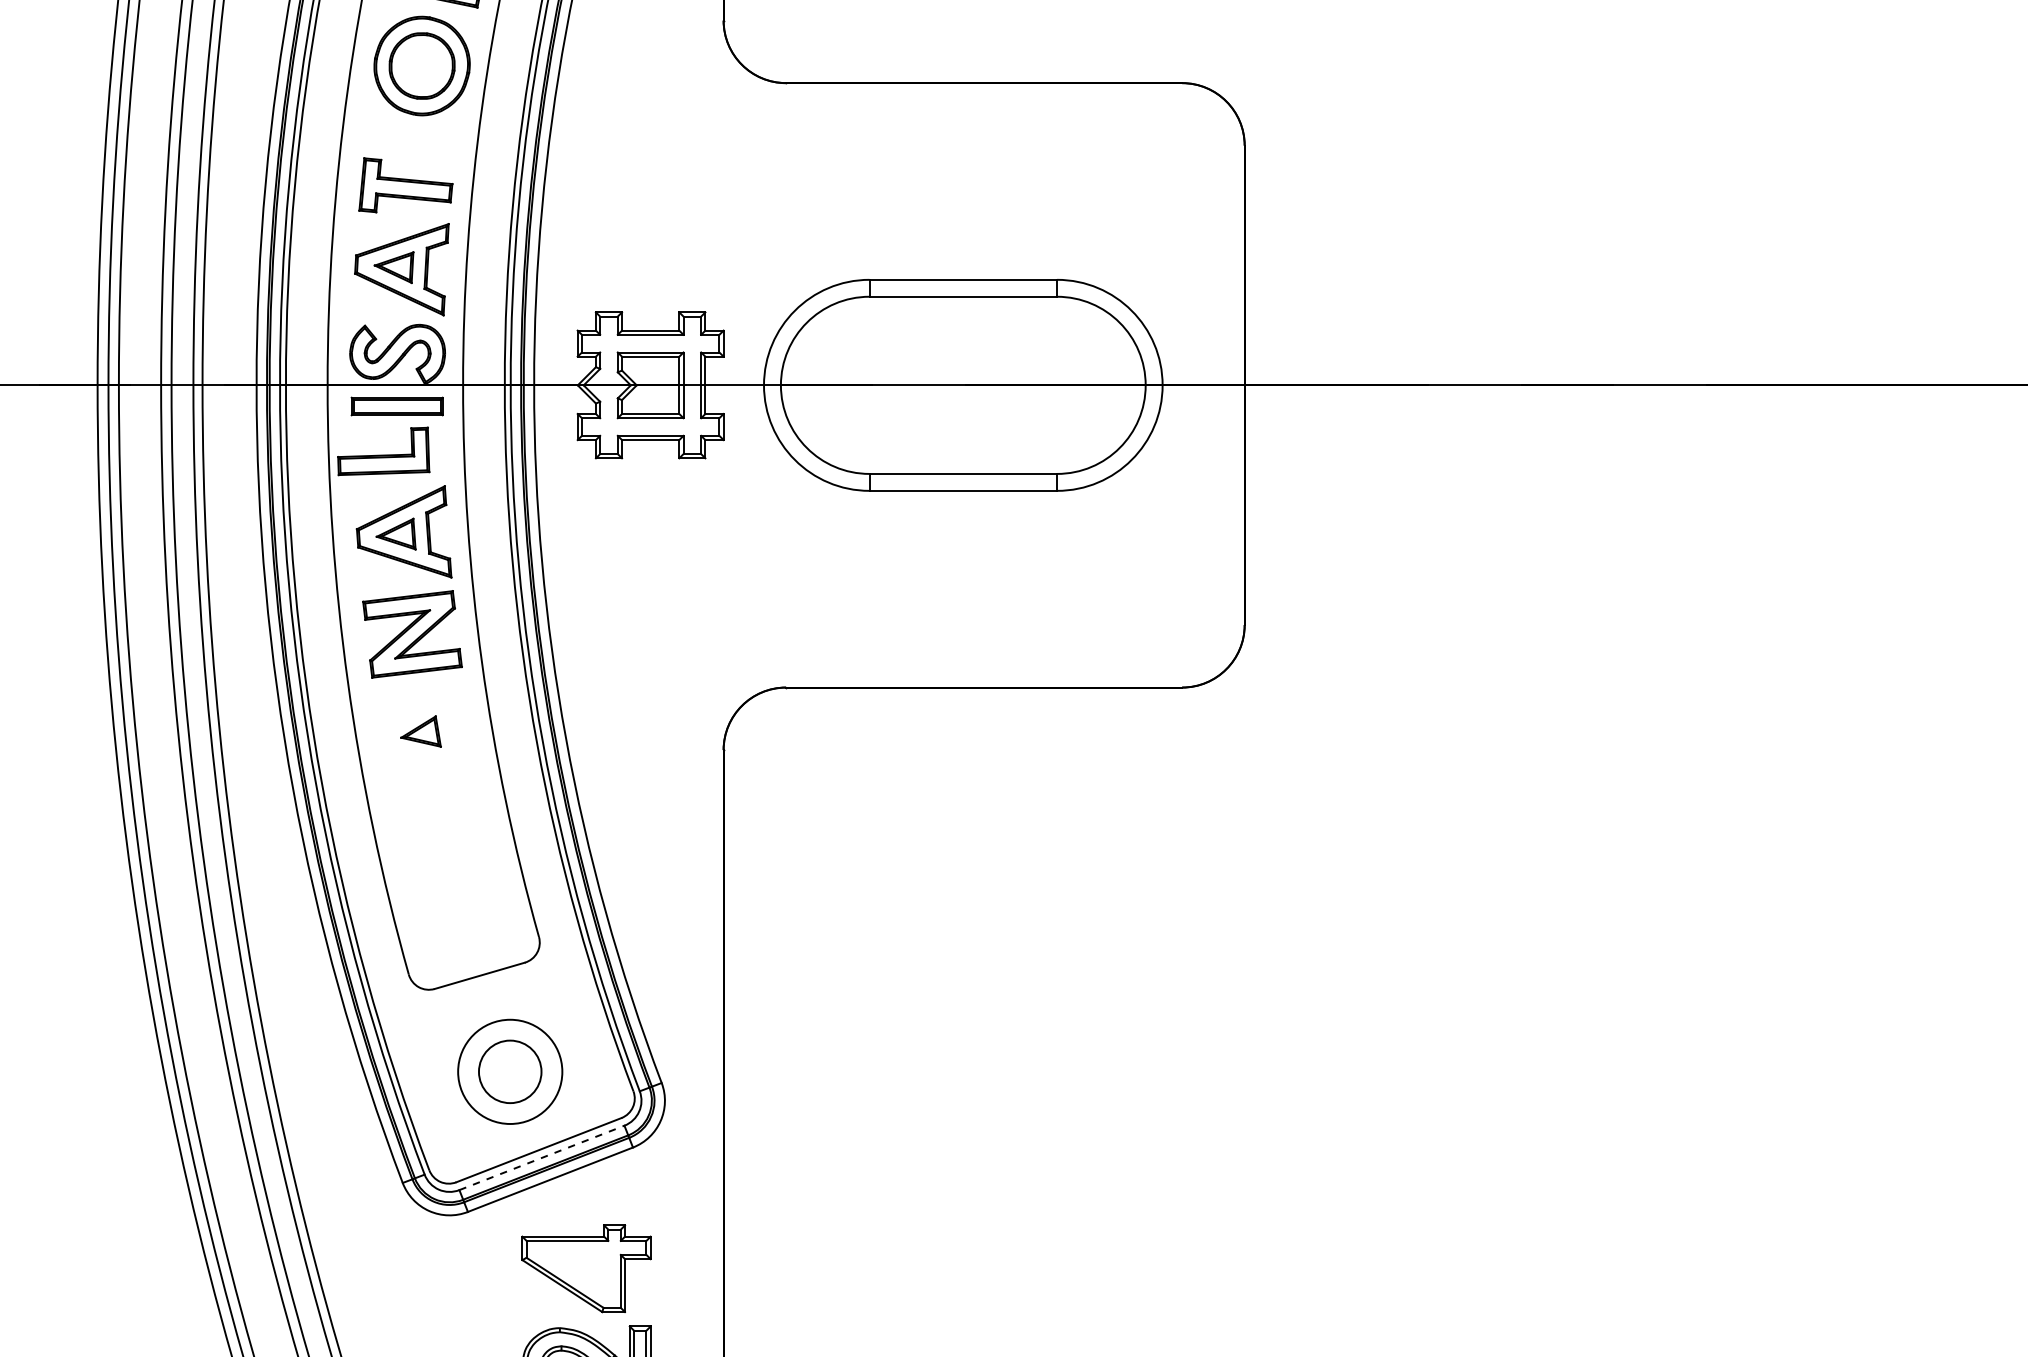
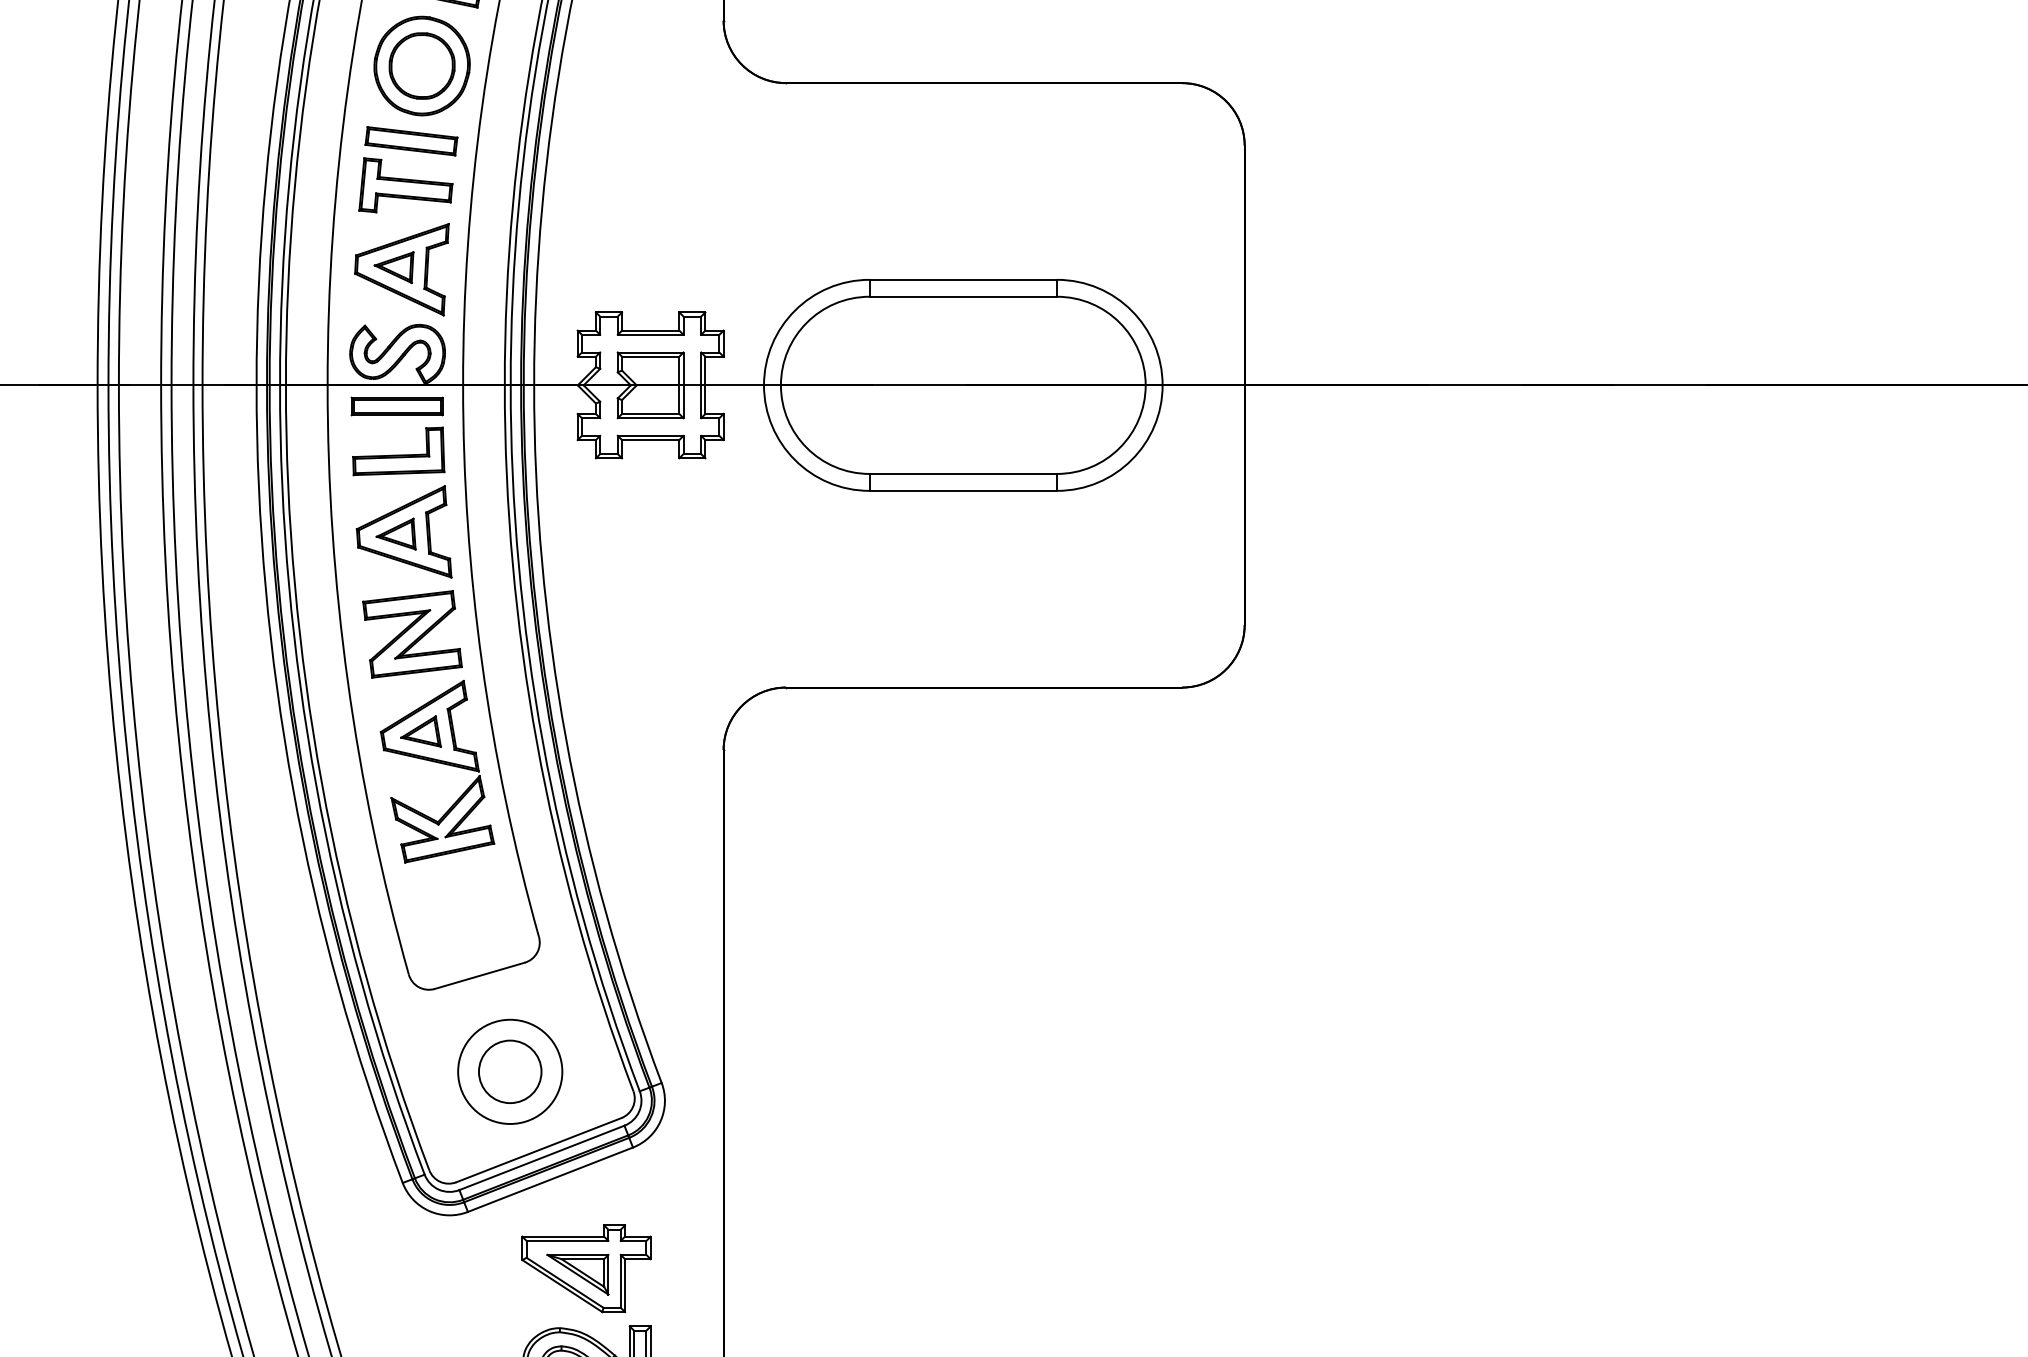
part at (411, 141): none -> present
part at (383, 451) position: (383, 451) -> (398, 451)
part at (438, 763): none -> present
line at (541, 1157): dashed -> solid
part at (577, 1274): none -> present
